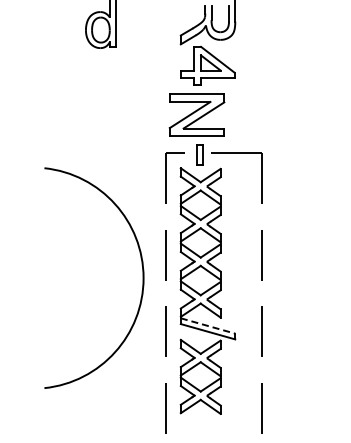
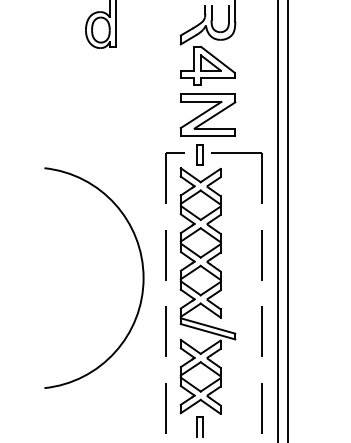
part at (196, 114) position: (196, 114) -> (207, 114)
line at (277, 220): none -> present
line at (287, 220): none -> present
line at (208, 326): dashed -> solid
part at (199, 426): none -> present
